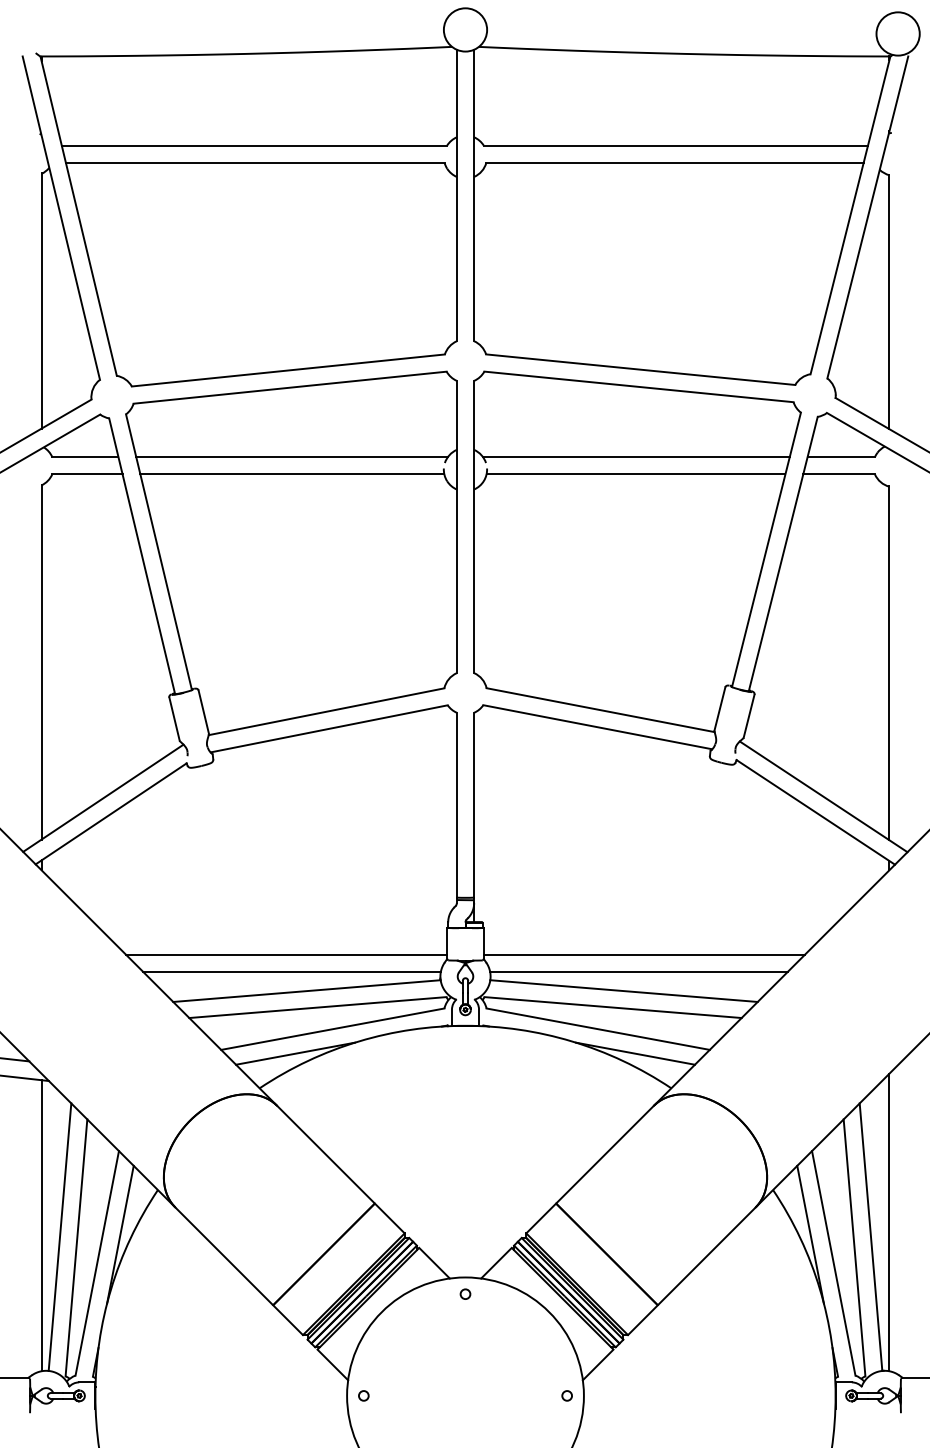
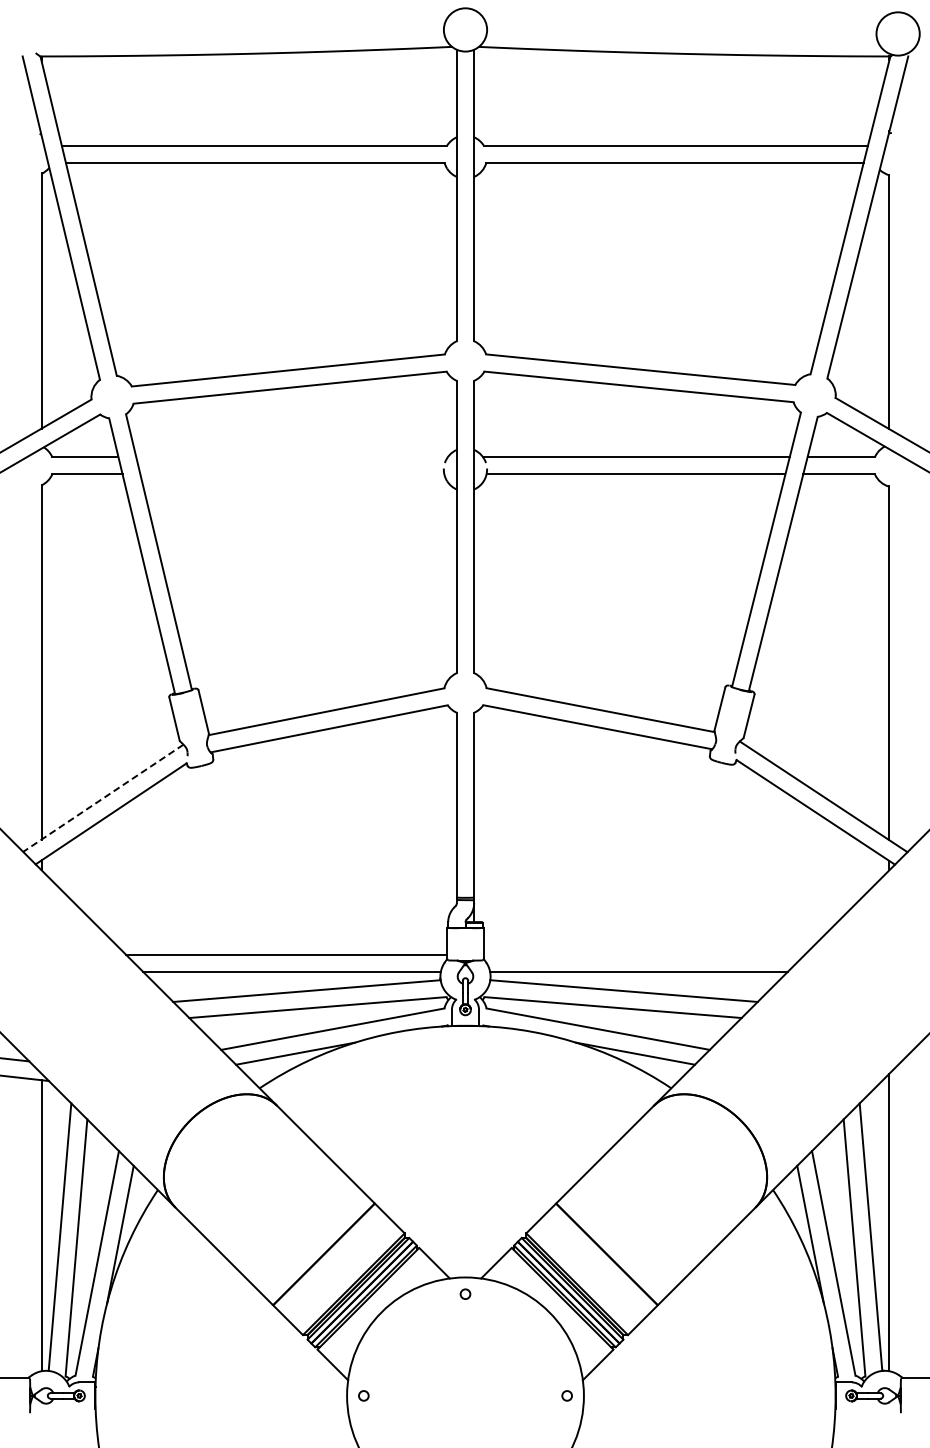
line at (291, 457): present -> none
line at (292, 474): present -> none
line at (102, 798): solid -> dashed
line at (644, 954): present -> none
